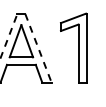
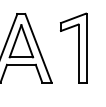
line at (8, 36): dashed -> solid
line at (38, 48): dashed -> solid
